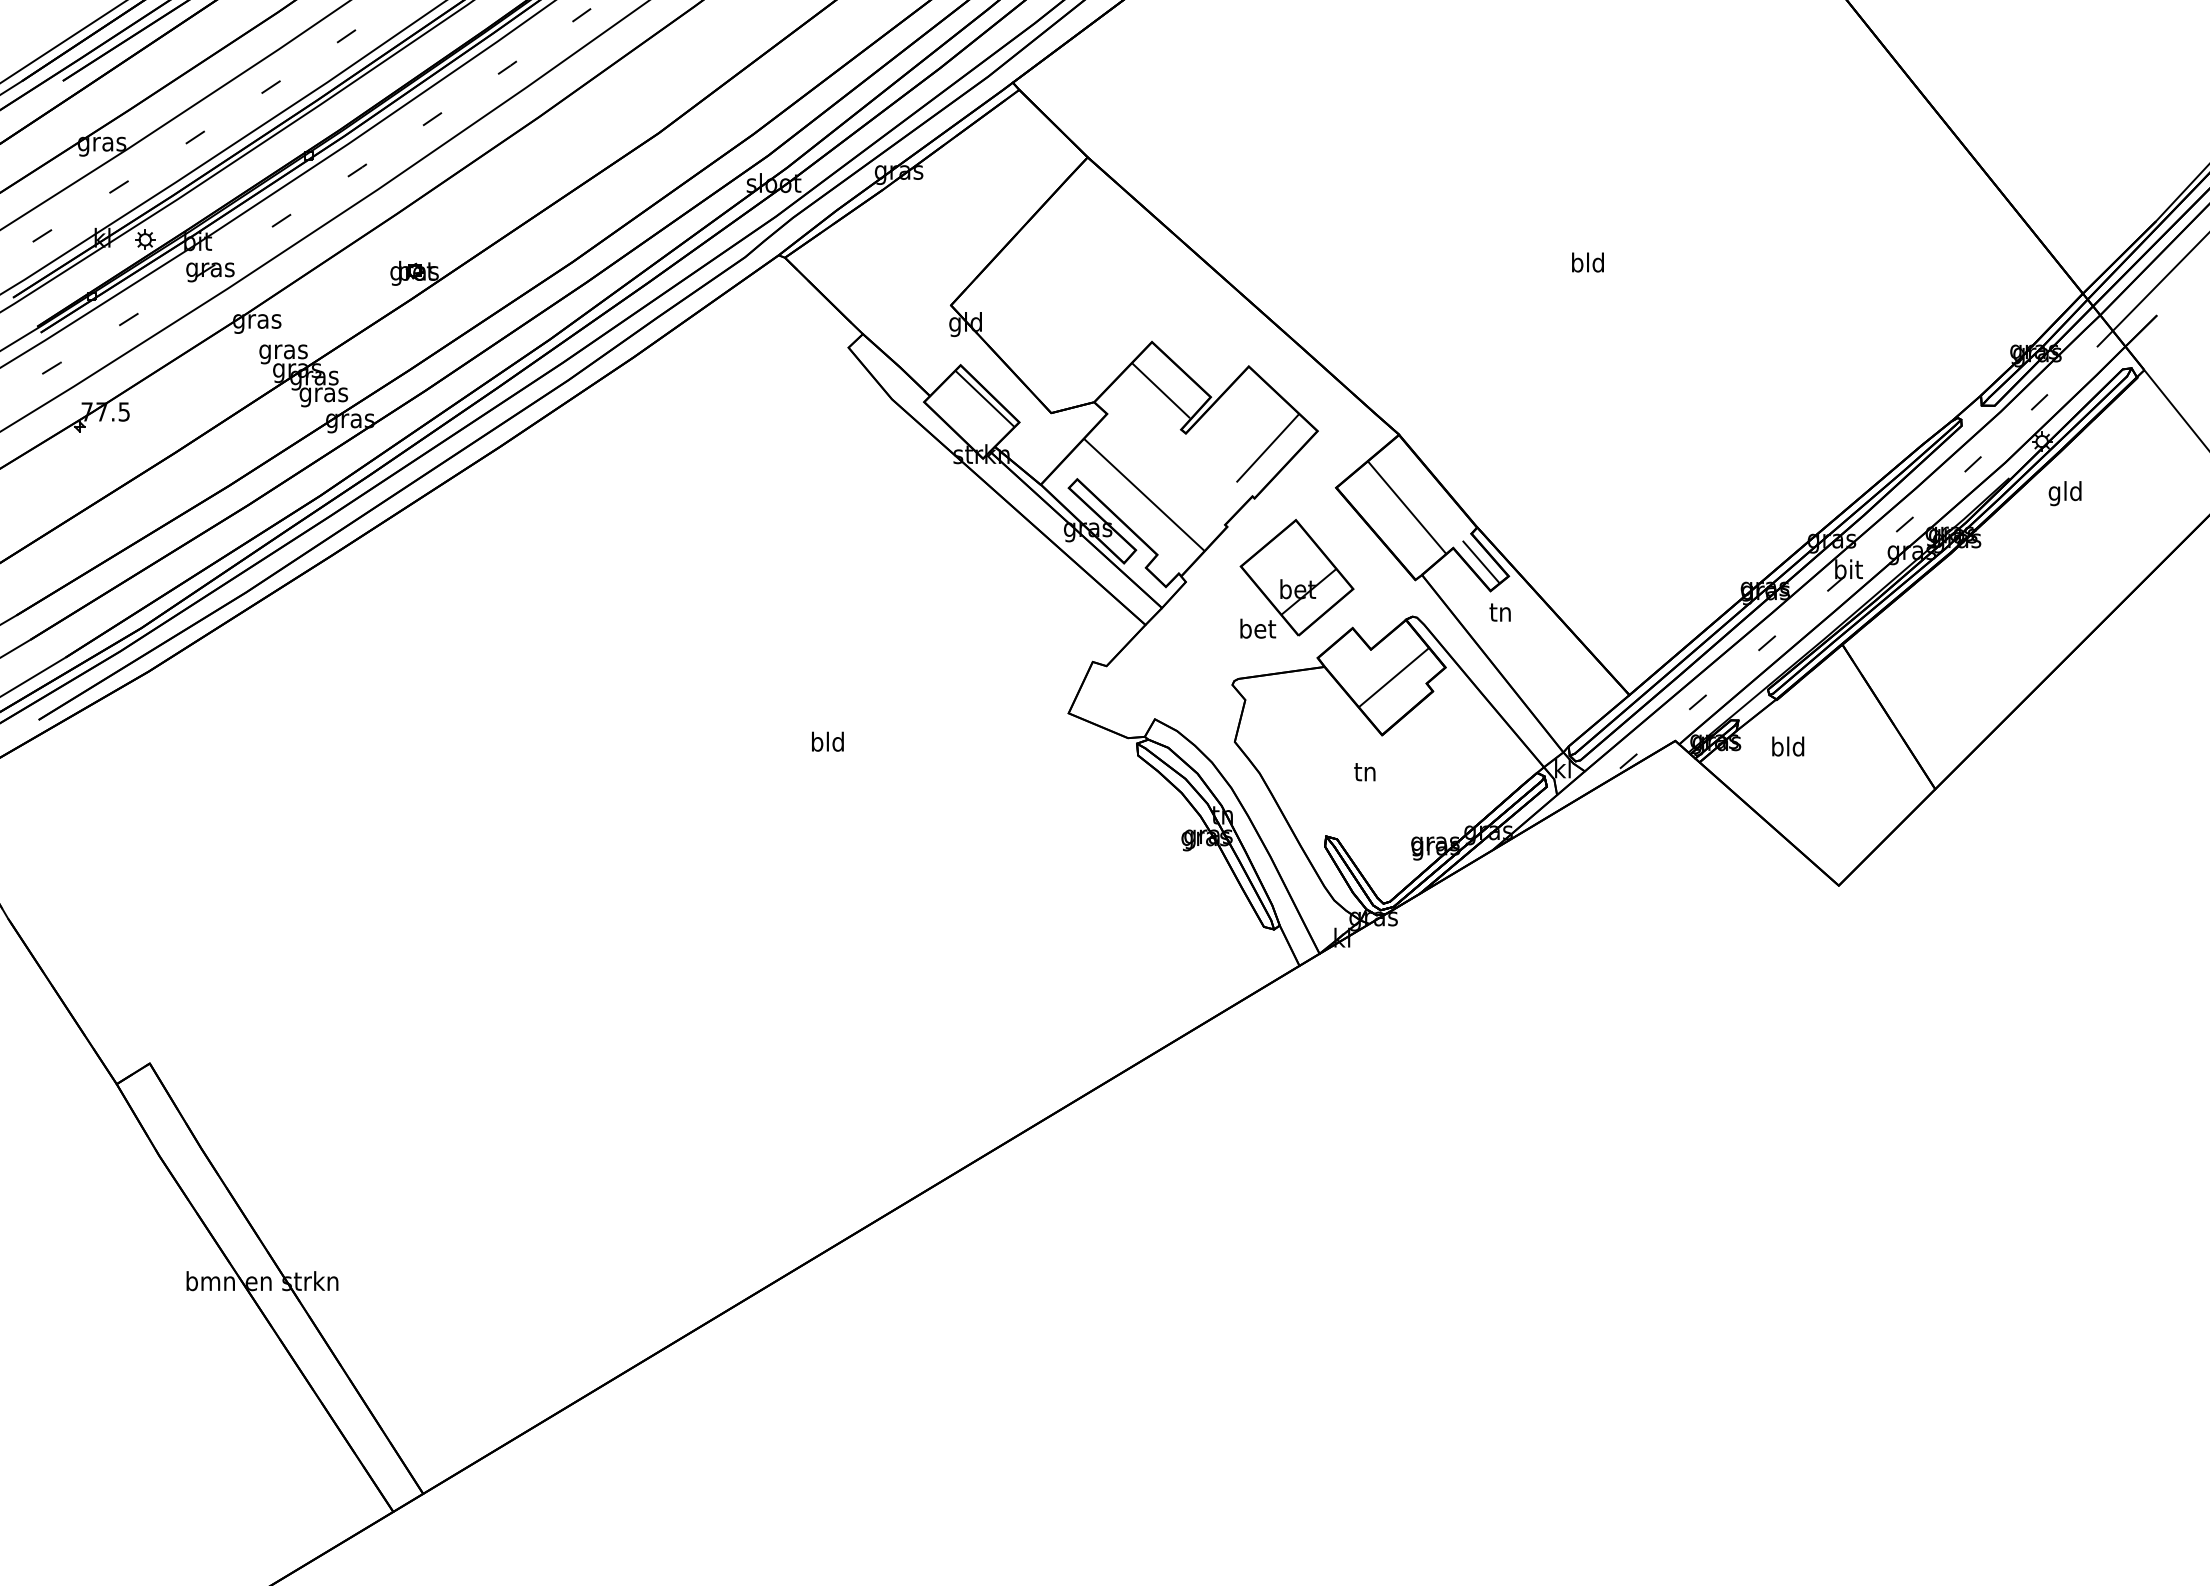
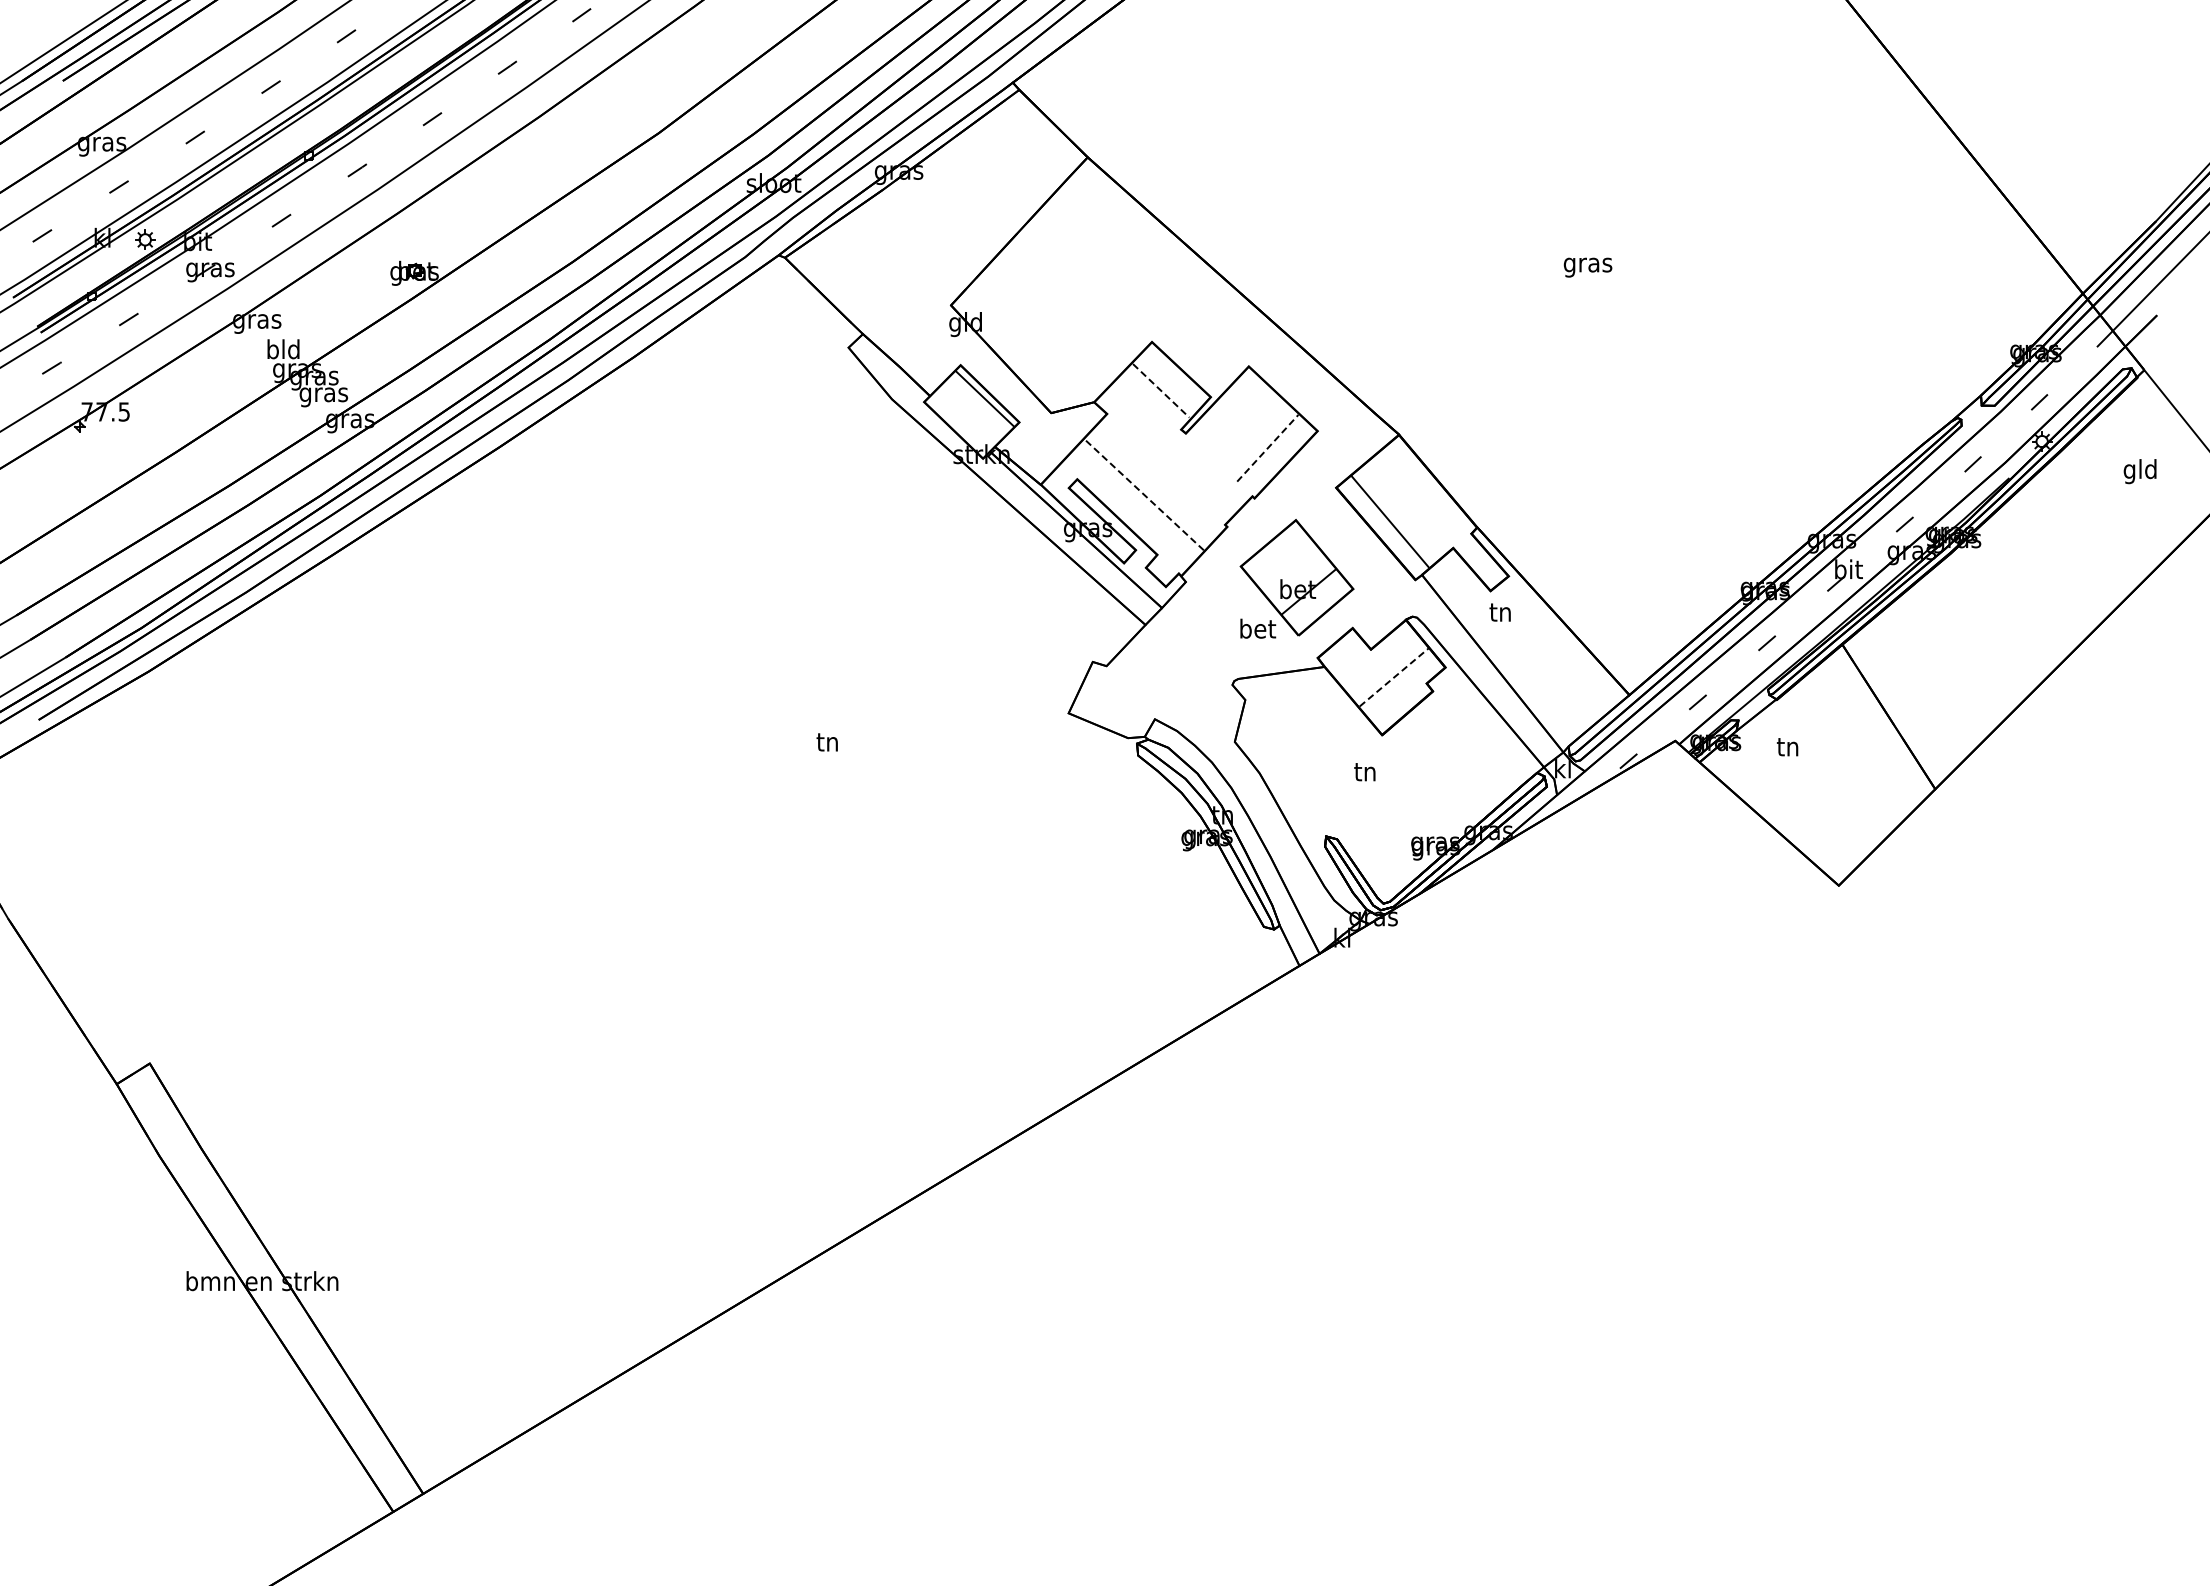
text at (1587, 264): bld -> gras
text at (283, 351): gras -> bld
line at (1161, 390): solid -> dashed
line at (1268, 447): solid -> dashed
text at (2064, 493) position: (2064, 493) -> (2139, 471)
line at (1143, 494): solid -> dashed
line at (1406, 507) position: (1406, 507) -> (1389, 521)
line at (1481, 561): present -> none
line at (1394, 677): solid -> dashed
text at (827, 741): bld -> tn
text at (1788, 746): bld -> tn
